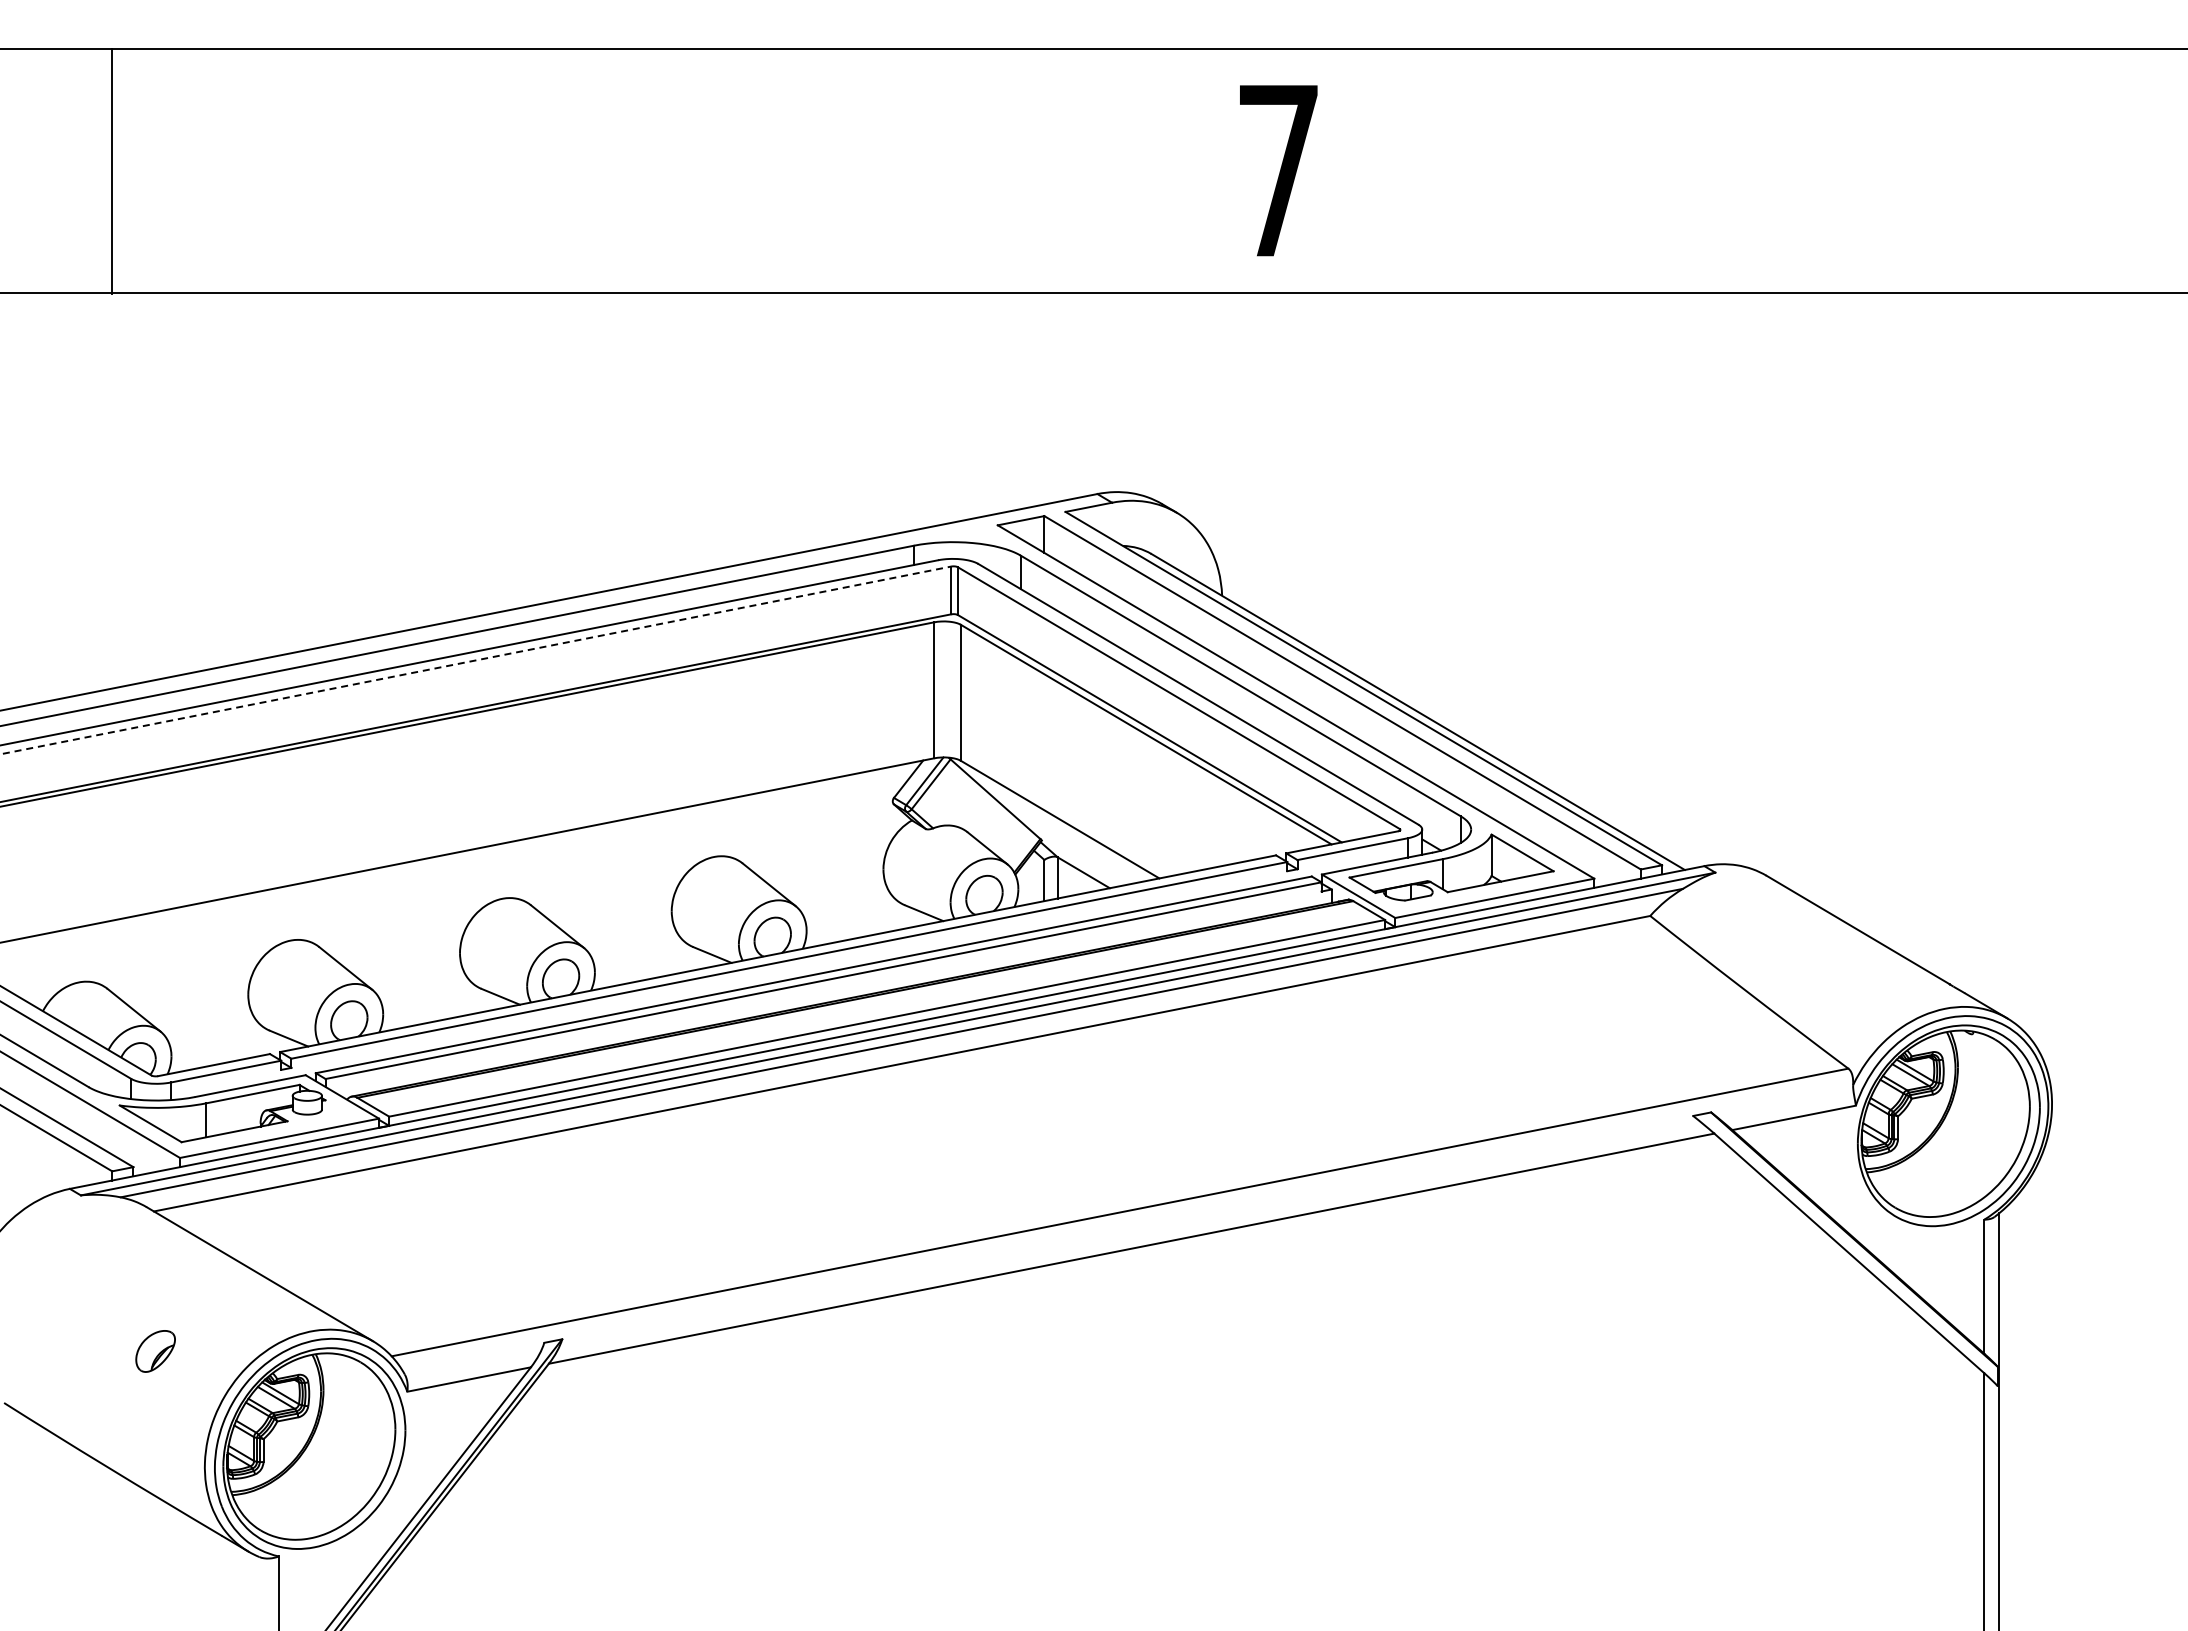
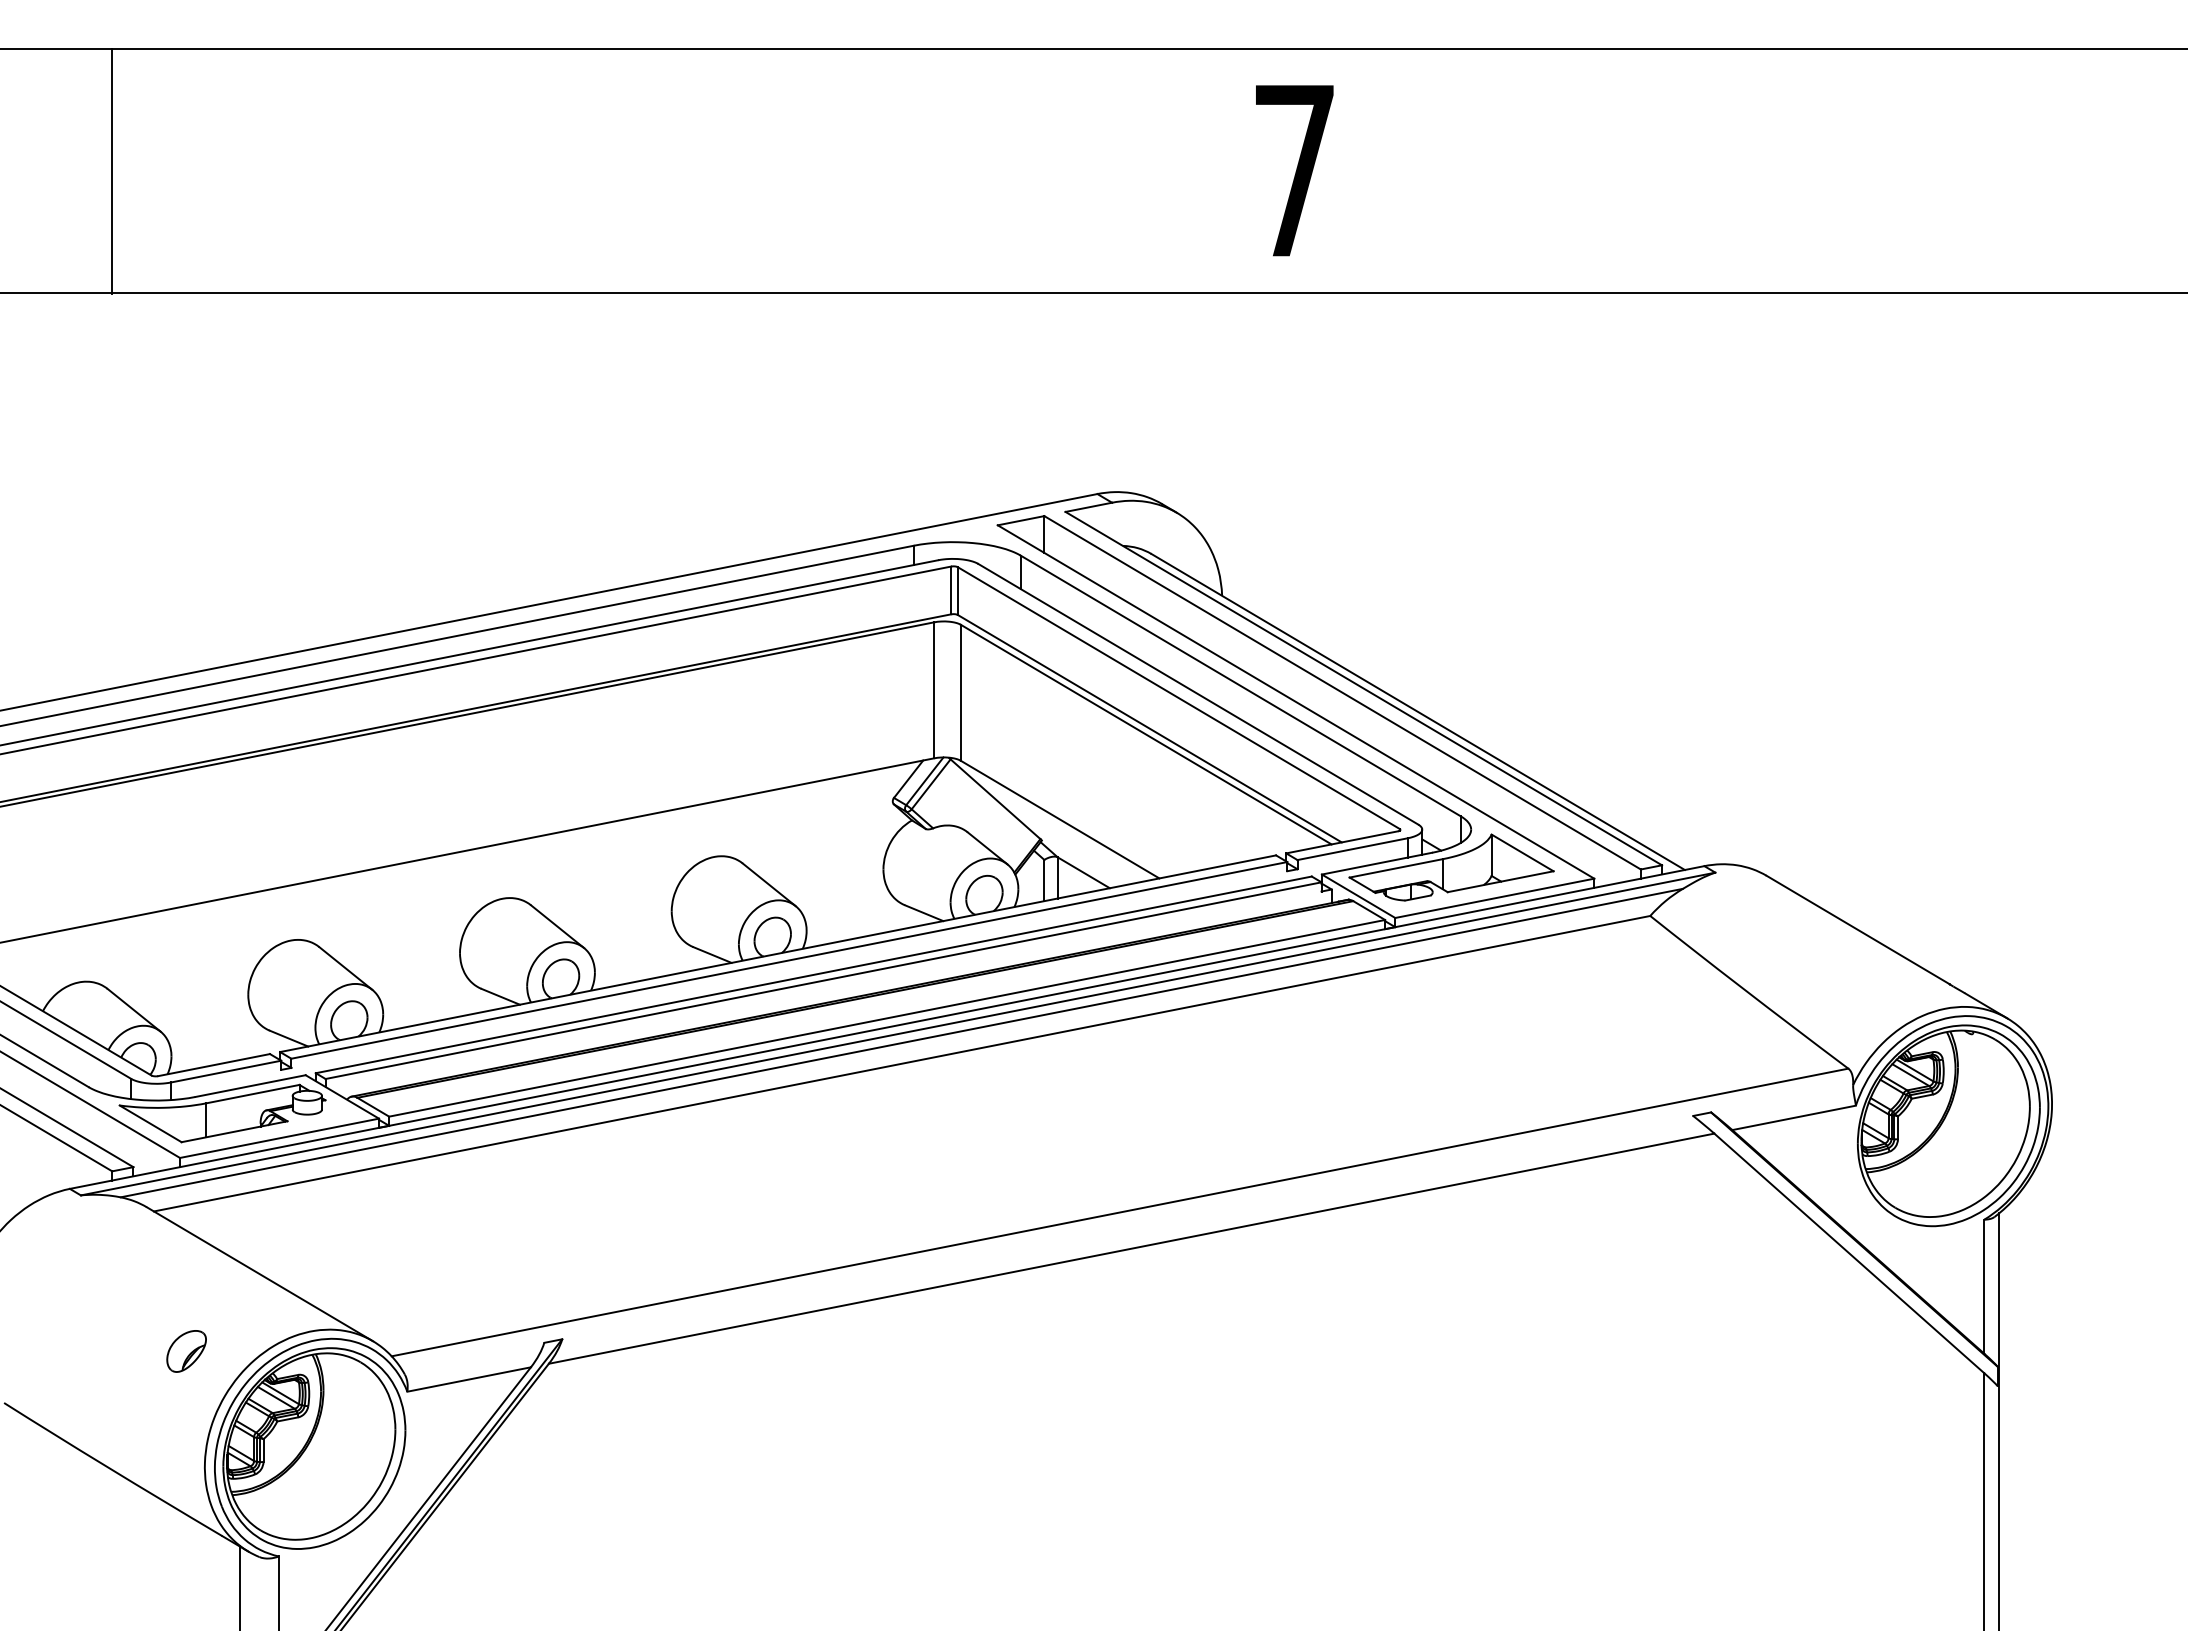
text at (1278, 170) position: (1278, 170) -> (1294, 170)
line at (476, 660): dashed -> solid
part at (155, 1351) position: (155, 1351) -> (186, 1351)
line at (239, 1586): none -> present
